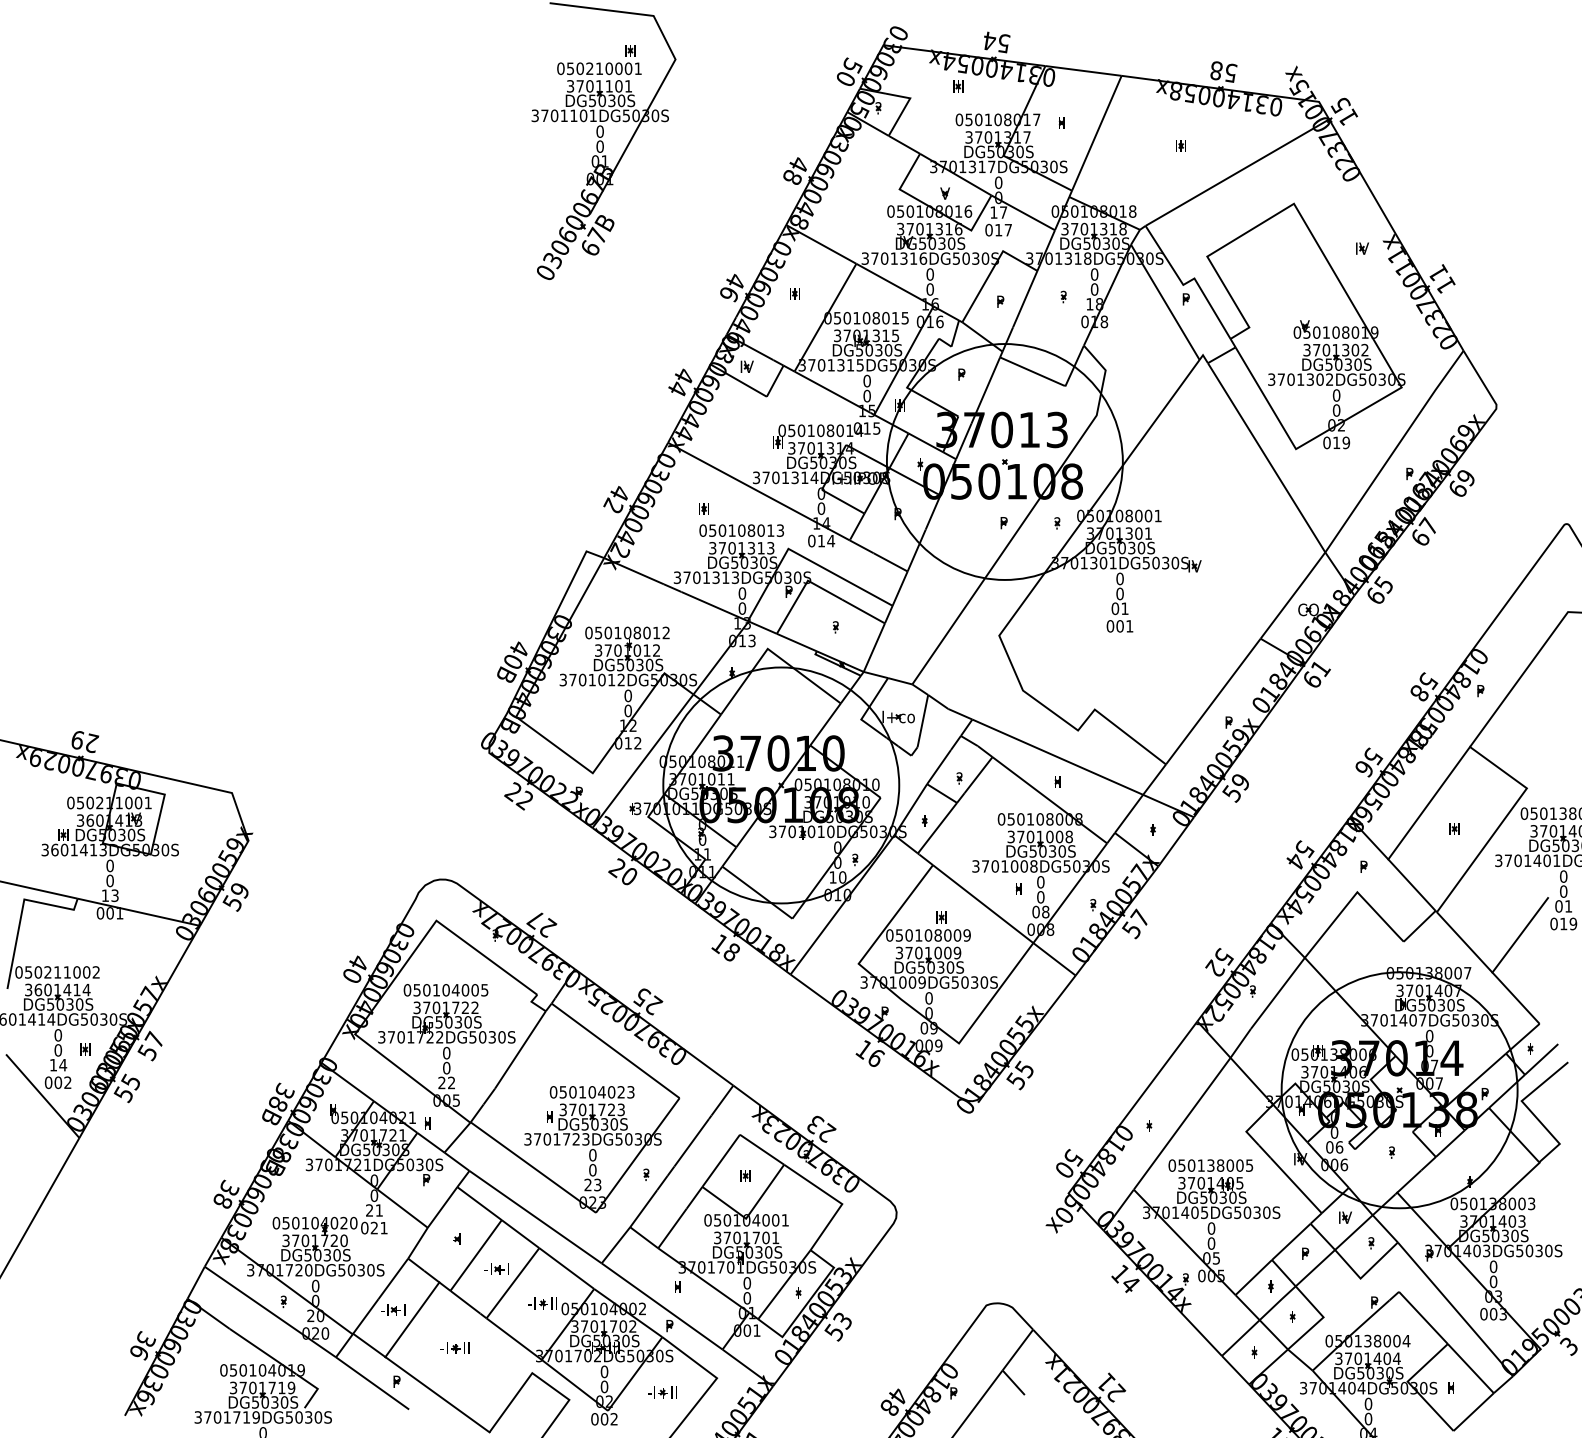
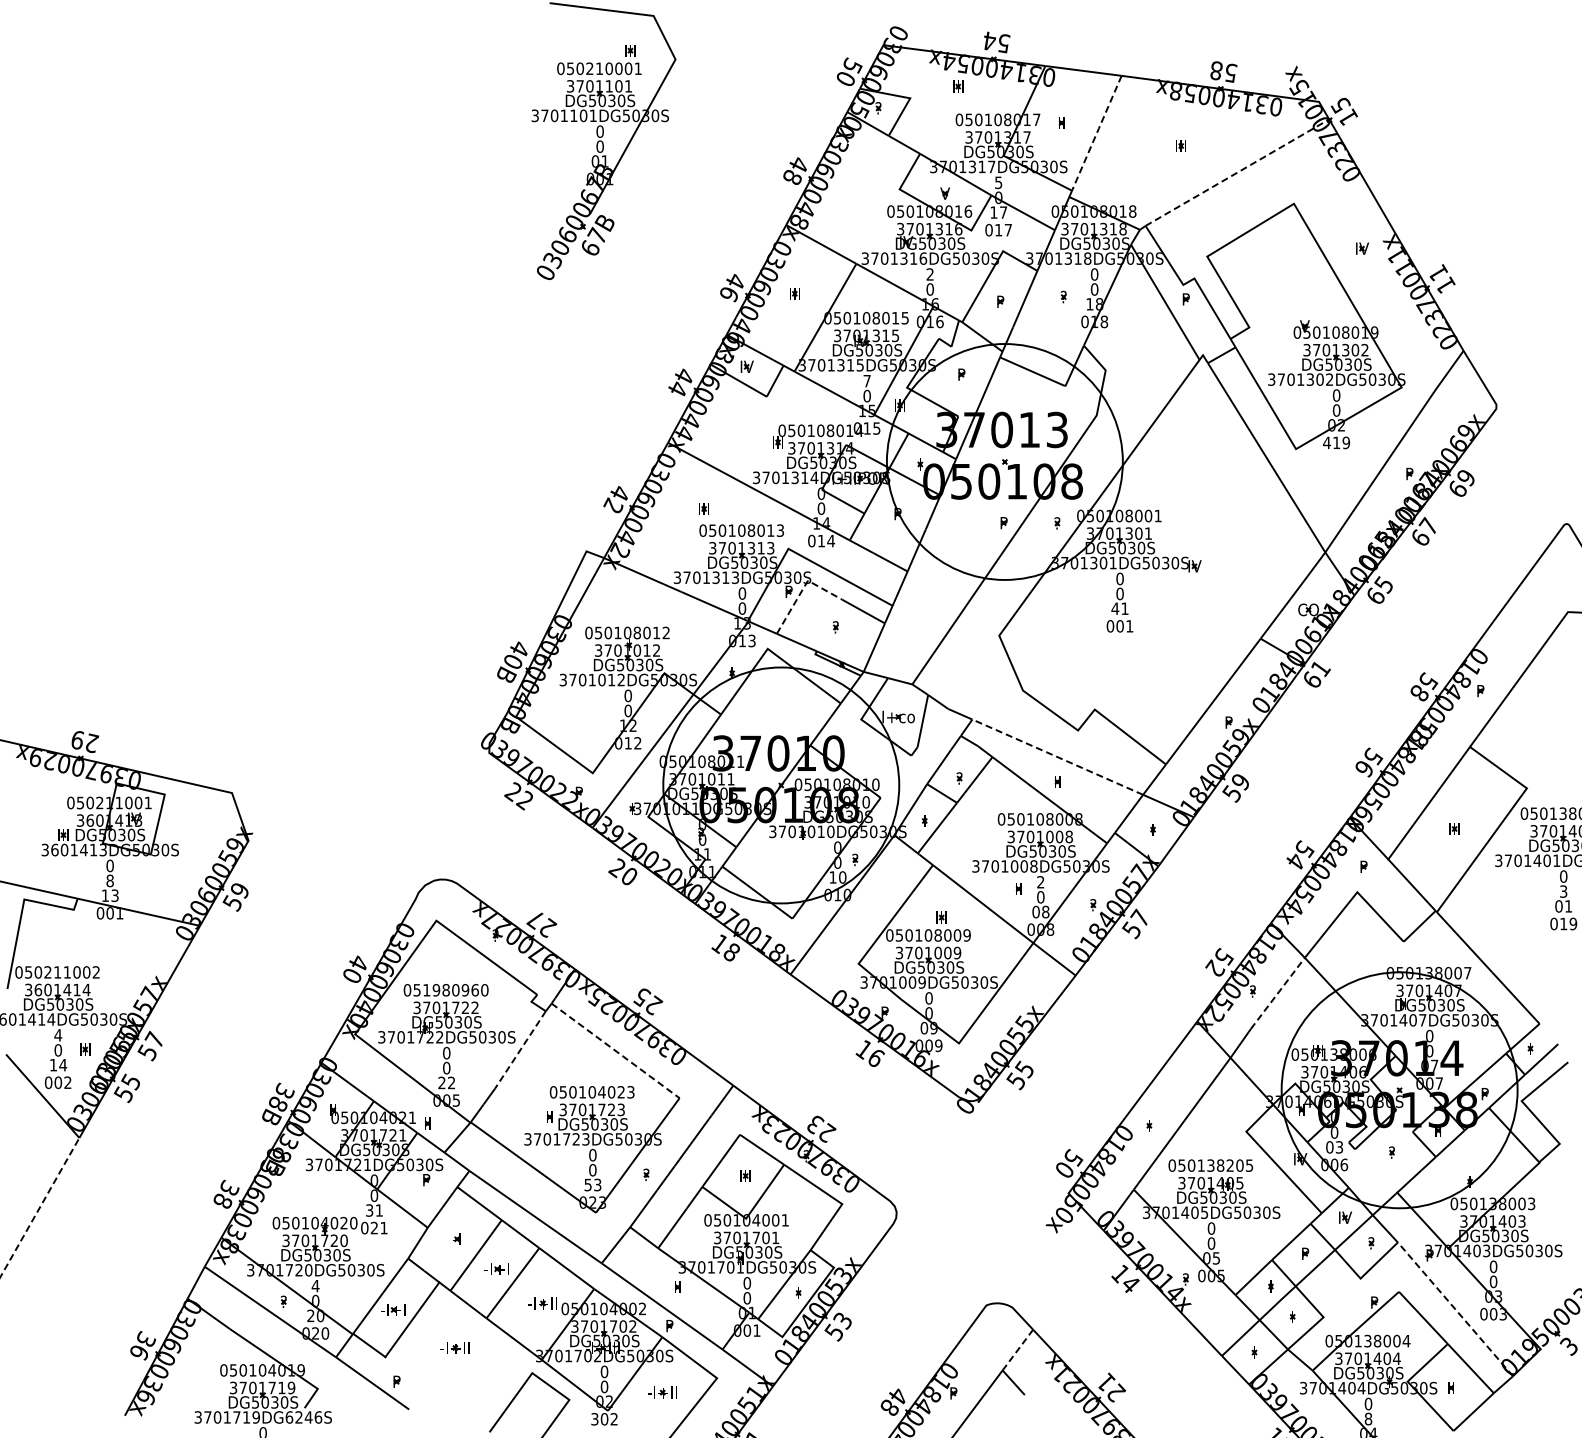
line at (1096, 133): solid -> dashed
line at (1237, 172): solid -> dashed
text at (998, 182): 0 -> 5
text at (929, 274): 0 -> 2
text at (866, 380): 0 -> 7
text at (1326, 442): 019 -> 419
line at (802, 589): solid -> dashed
text at (1115, 608): 01 -> 41
line at (1057, 756): solid -> dashed
text at (109, 880): 0 -> 8
text at (1040, 882): 0 -> 2
text at (1563, 891): 0 -> 3
line at (1520, 935): present -> none
text at (455, 990): 050104005 -> 051980960
line at (1277, 993): solid -> dashed
text at (58, 1035): 0 -> 4
line at (520, 1050): solid -> dashed
line at (615, 1050): solid -> dashed
text at (1339, 1147): 06 -> 03
text at (1230, 1165): 050138005 -> 050138205
text at (587, 1184): 23 -> 53
line at (40, 1207): solid -> dashed
text at (369, 1210): 21 -> 31
text at (315, 1285): 0 -> 4
line at (1455, 1309): solid -> dashed
line at (1017, 1350): solid -> dashed
line at (437, 1394): present -> none
text at (303, 1417): 3701719DG5030S -> 3701719DG6246S
text at (1368, 1418): 0 -> 8
text at (594, 1419): 002 -> 302
